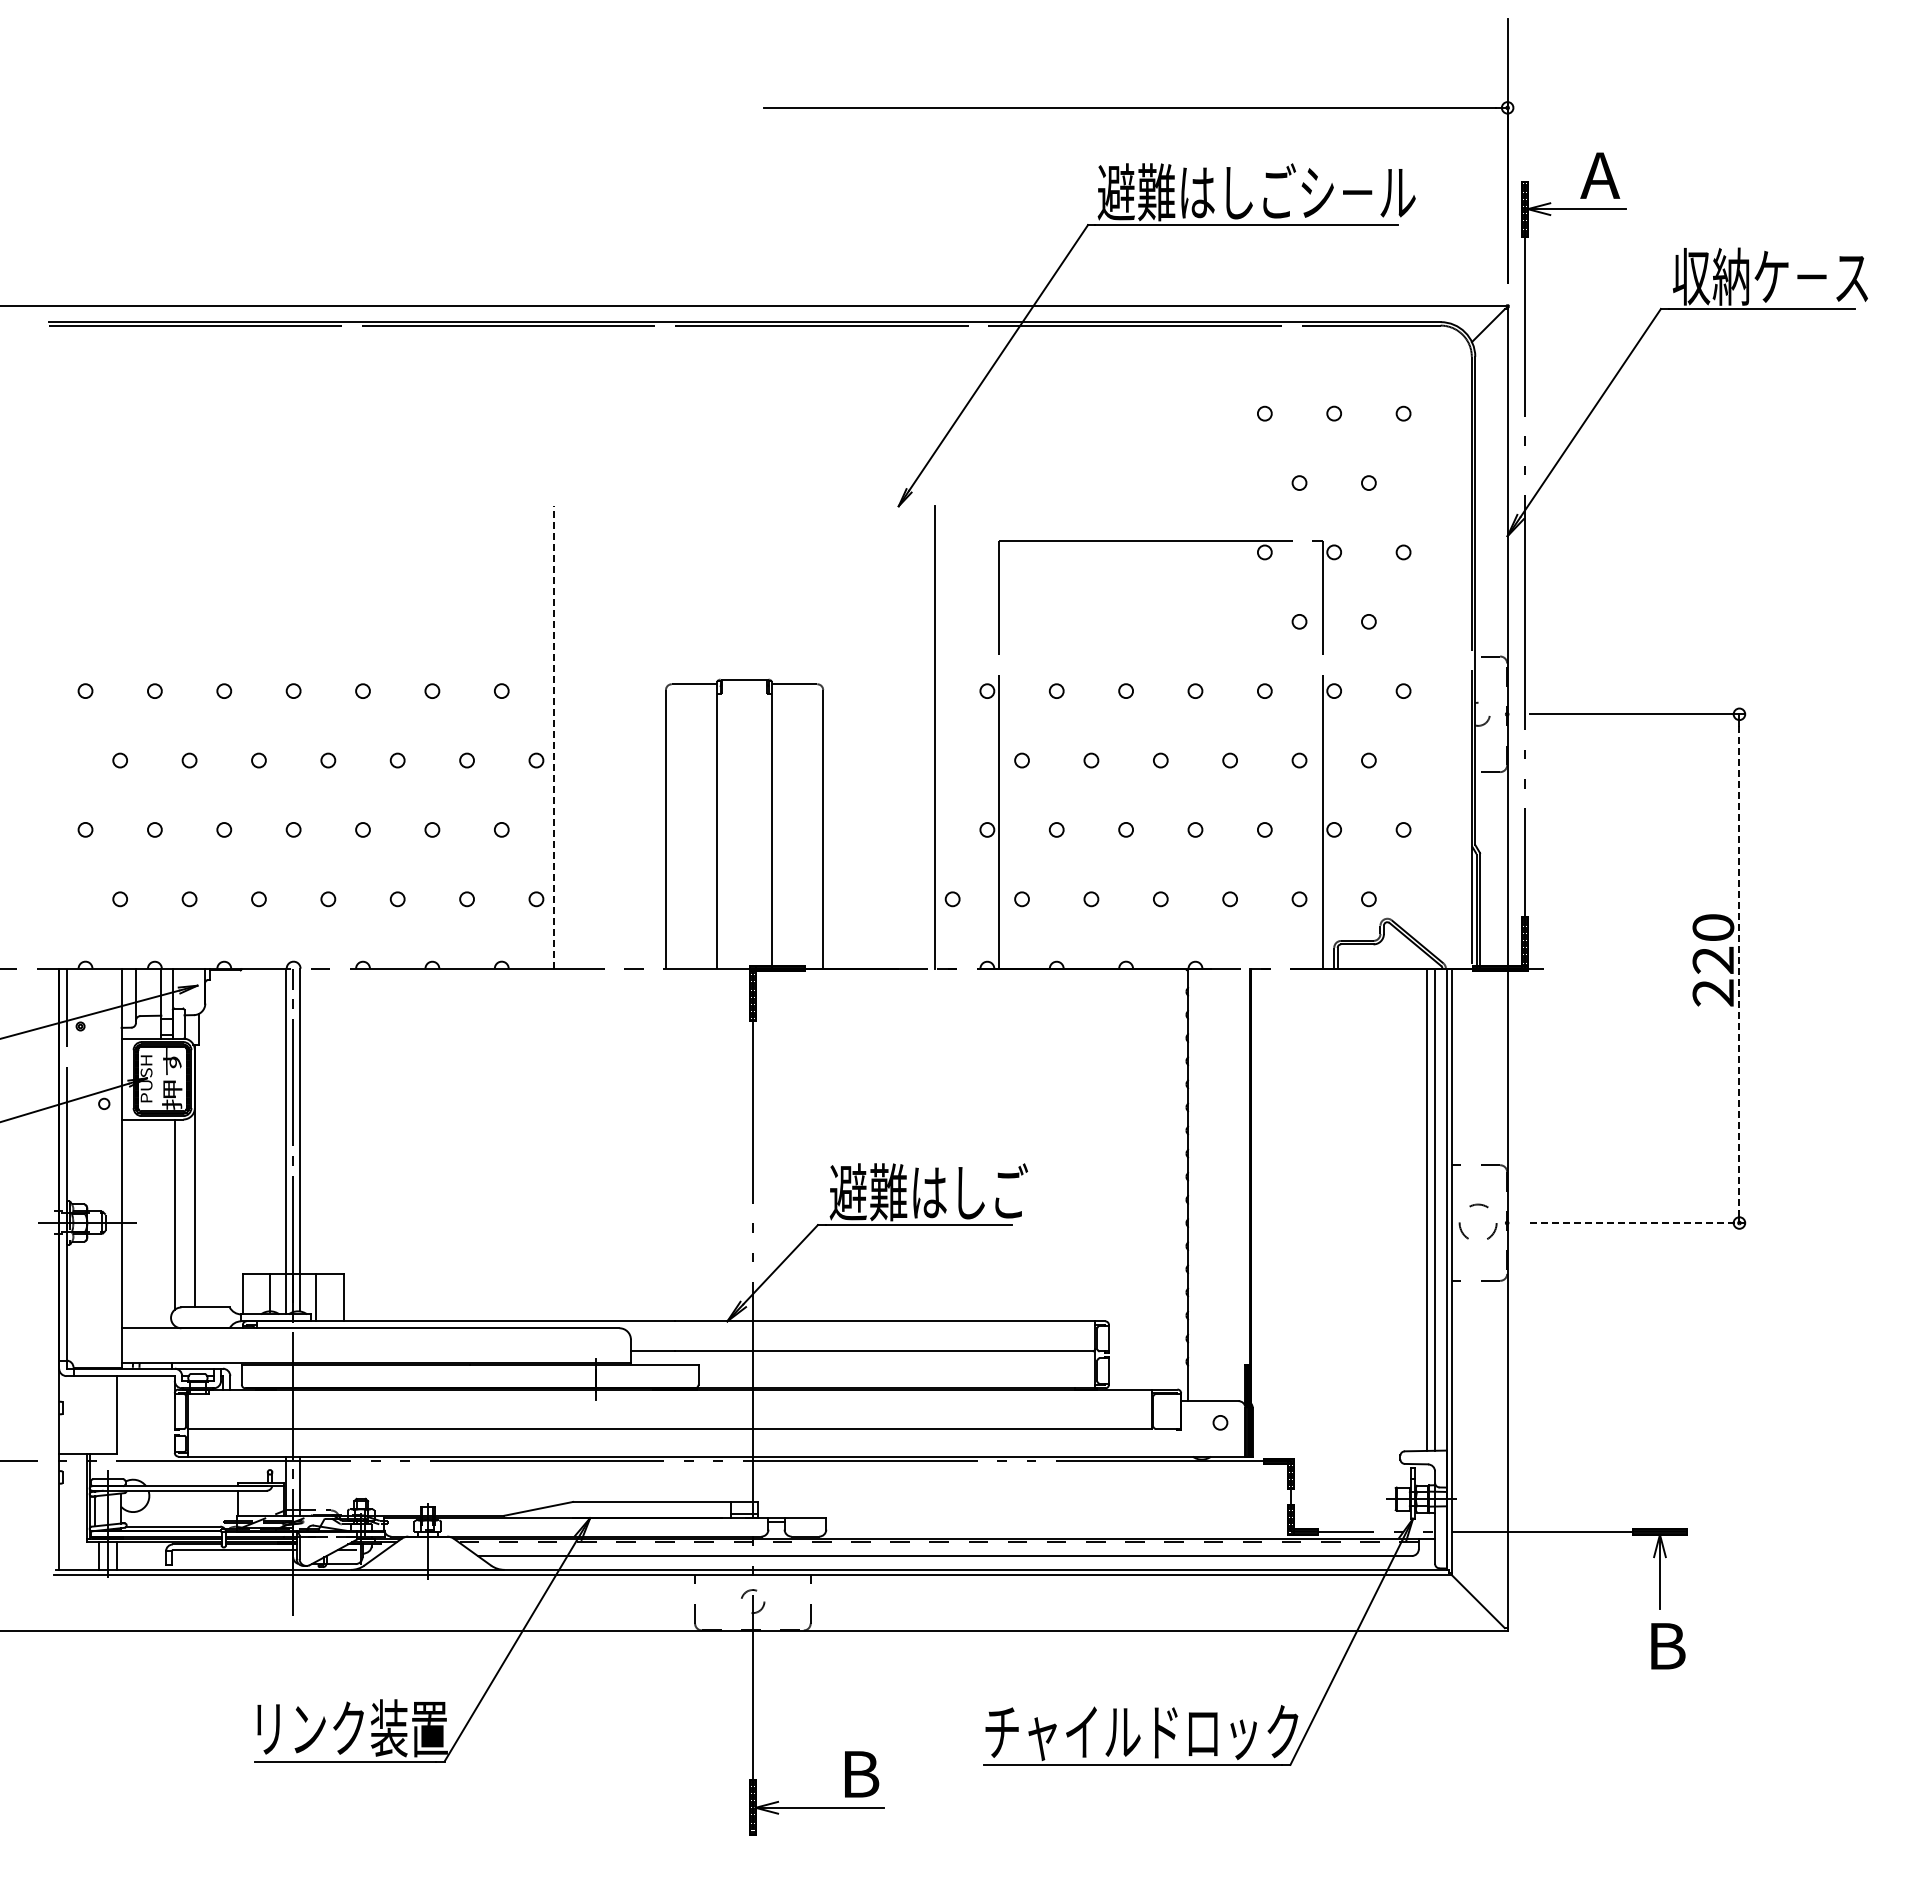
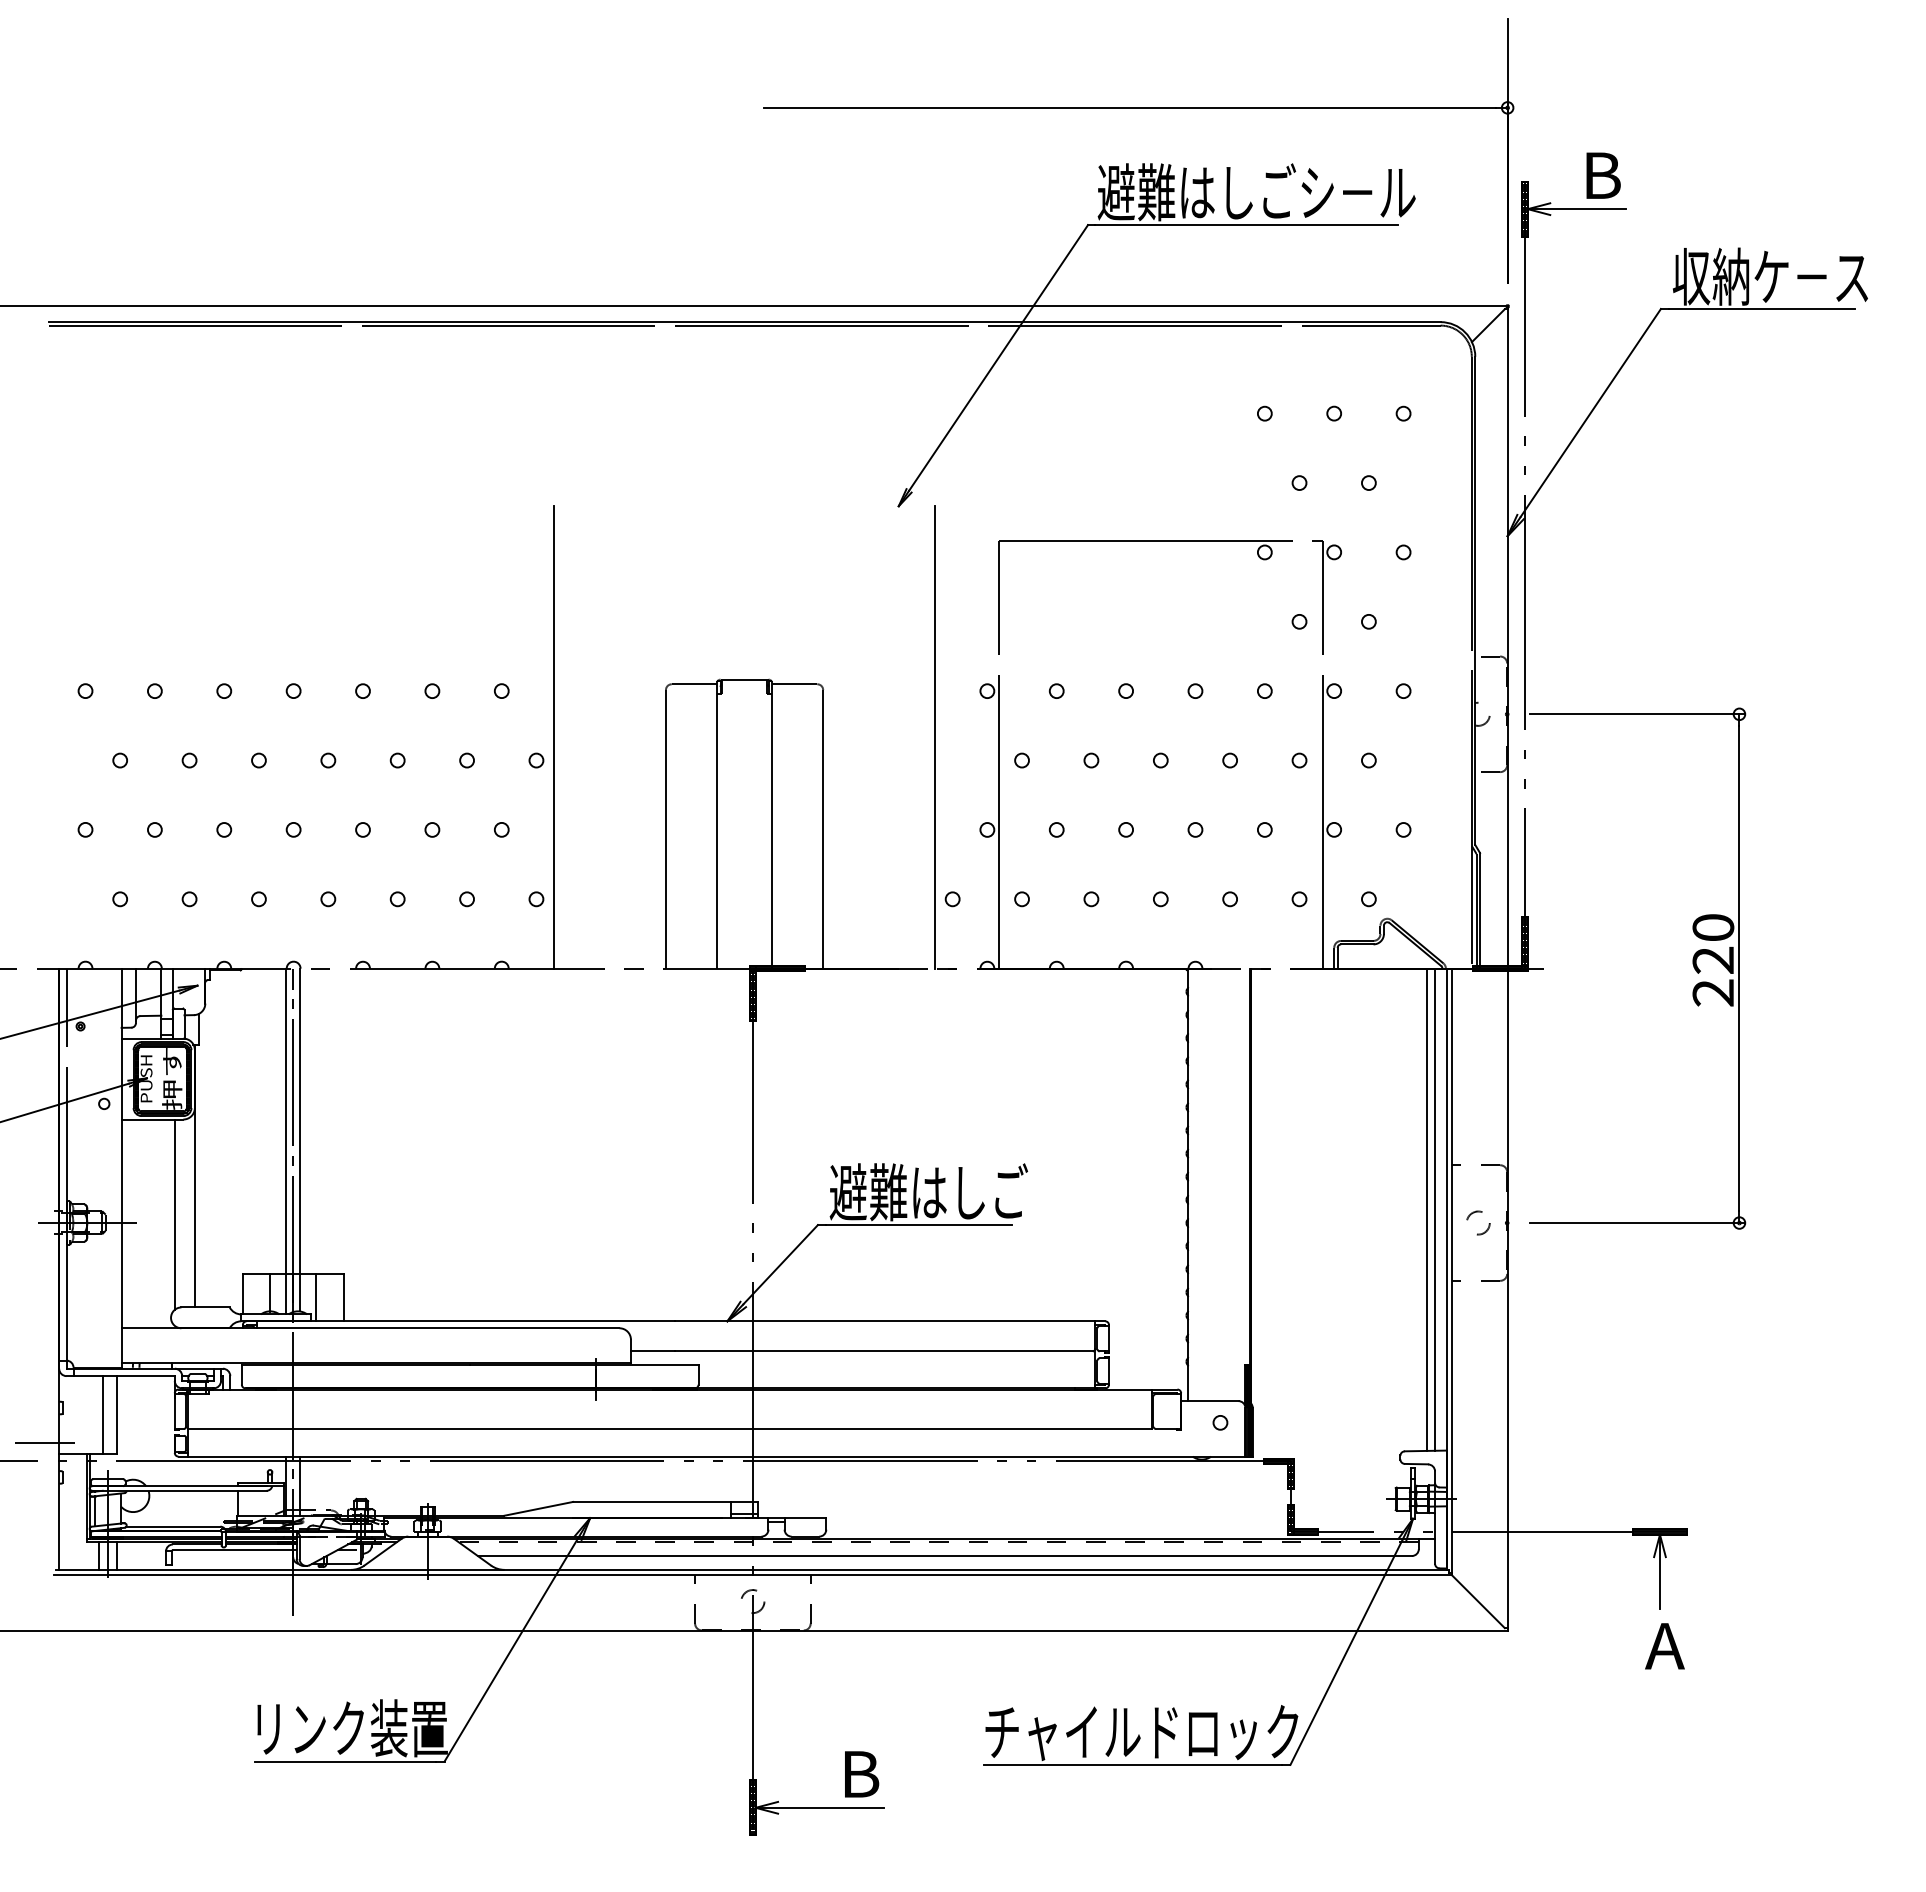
text at (1600, 175): A -> B
line at (553, 736): dashed -> solid
line at (1739, 968): dashed -> solid
circle at (1477, 1221) size: 40x37 px -> 25x26 px
line at (1638, 1223): dashed -> solid
line at (103, 1415): none -> present
line at (45, 1442): none -> present
text at (1665, 1646): B -> A
